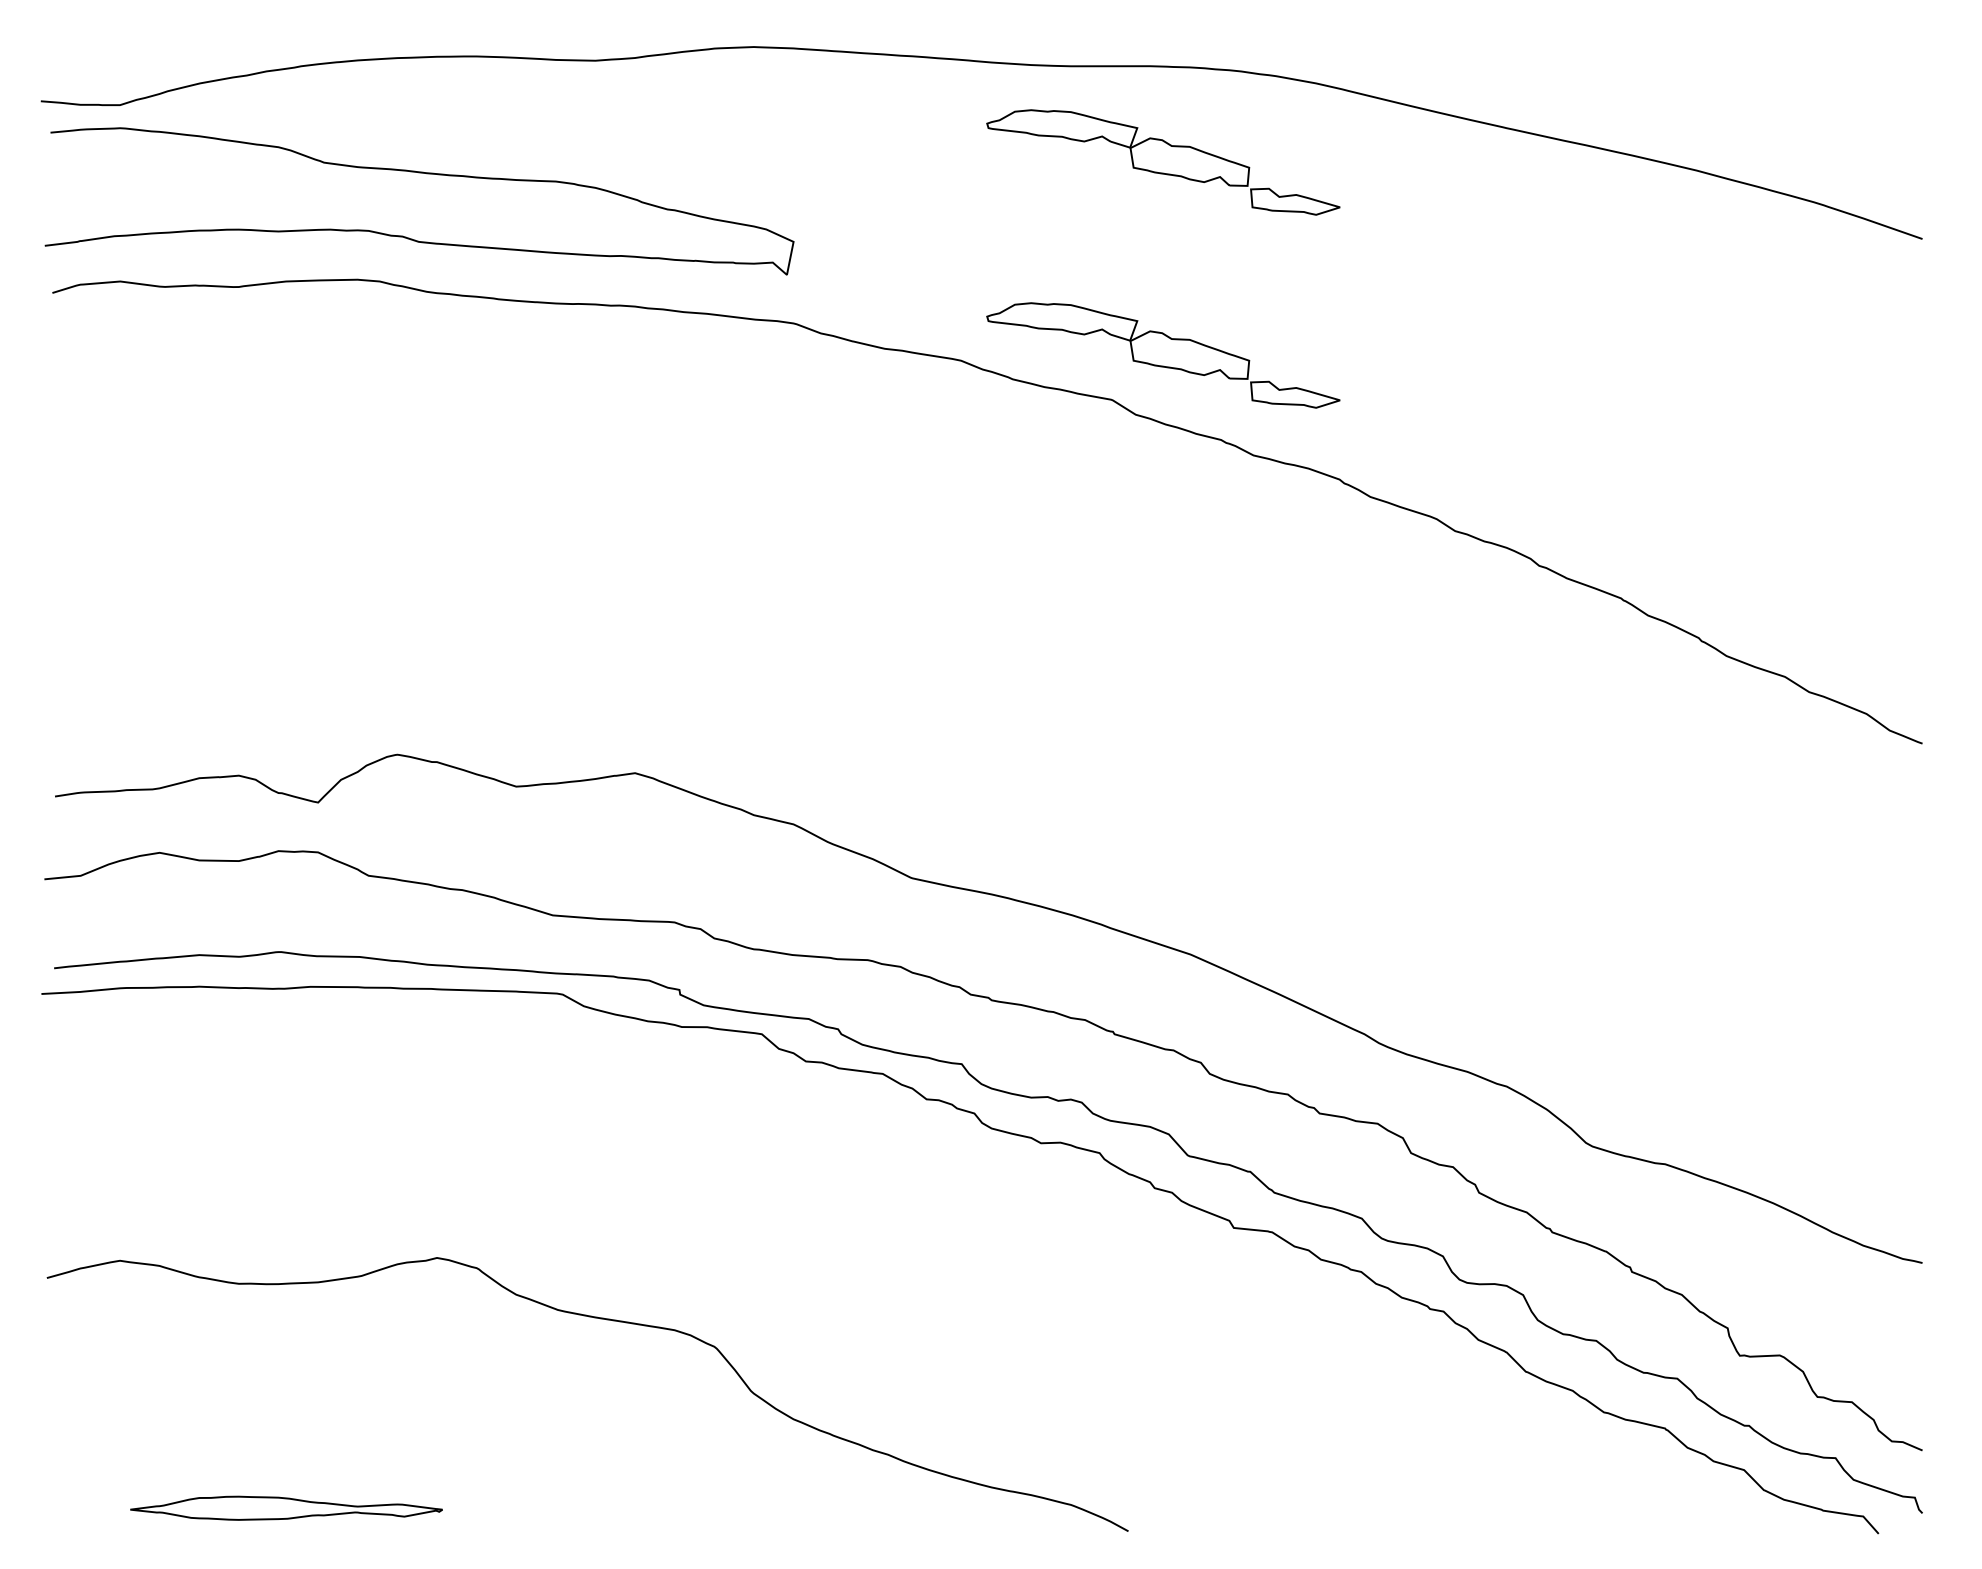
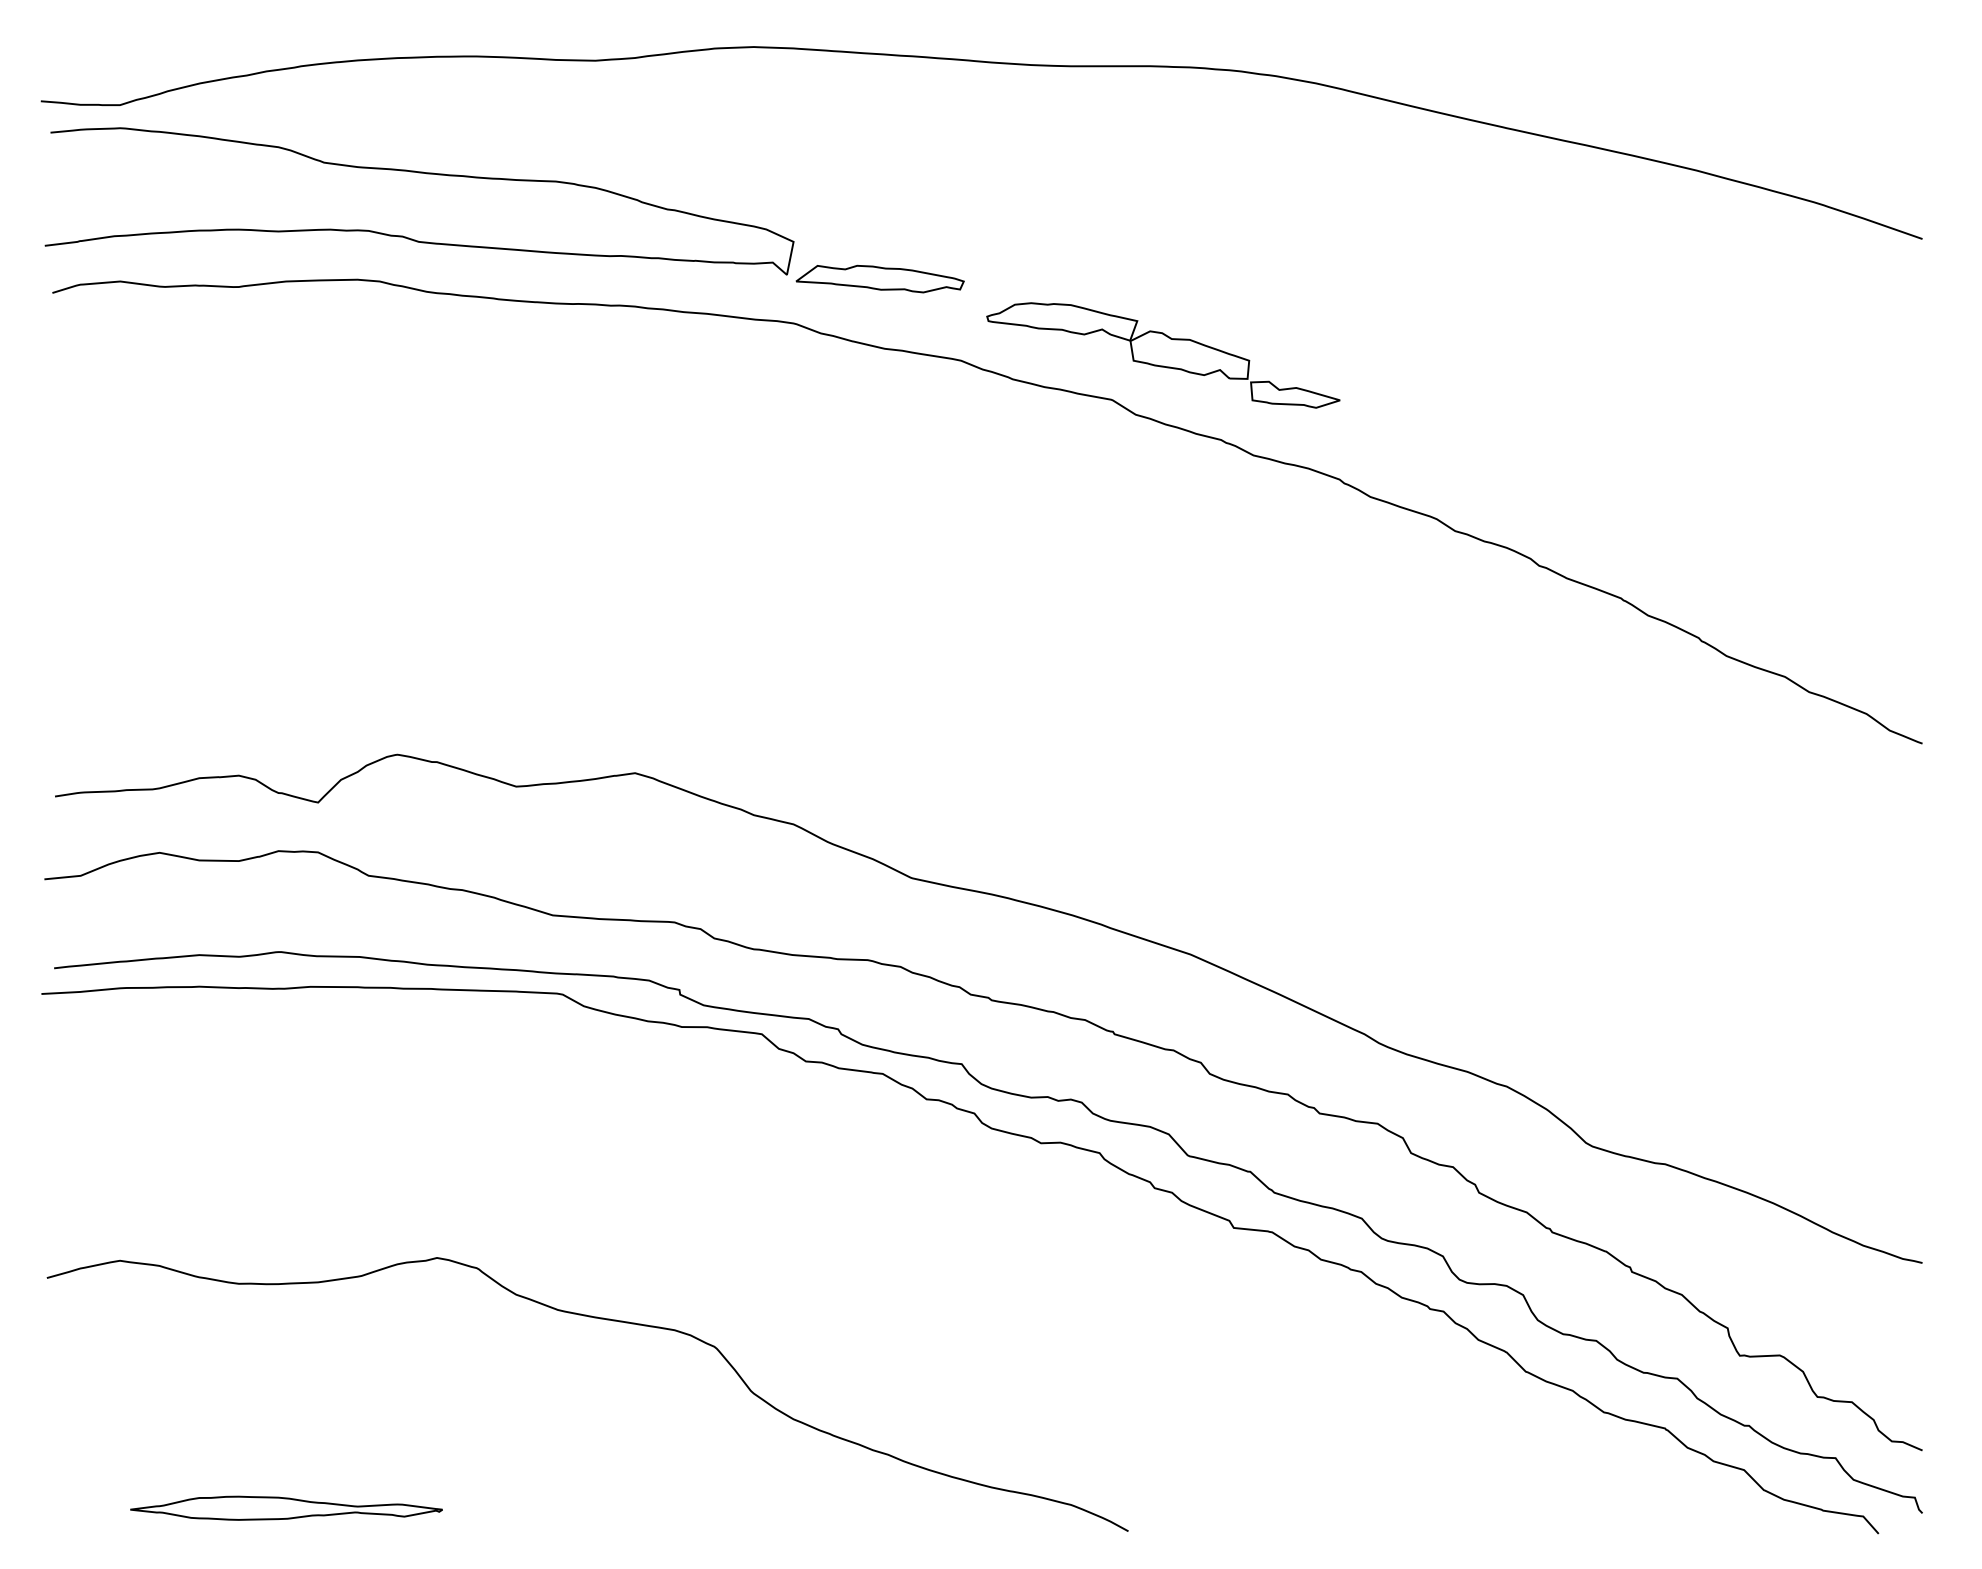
part at (1163, 162): present -> none
part at (879, 278): none -> present
